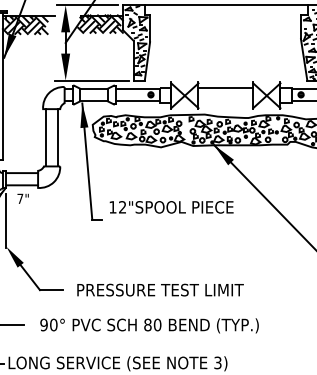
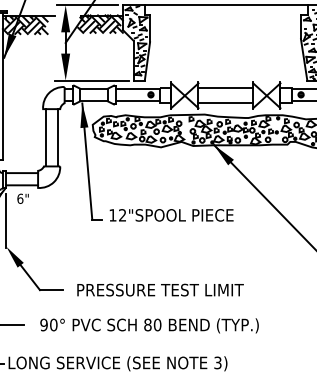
line at (225, 102): none -> present
text at (20, 198): 7" -> 6"
text at (171, 207) position: (171, 207) -> (171, 215)
